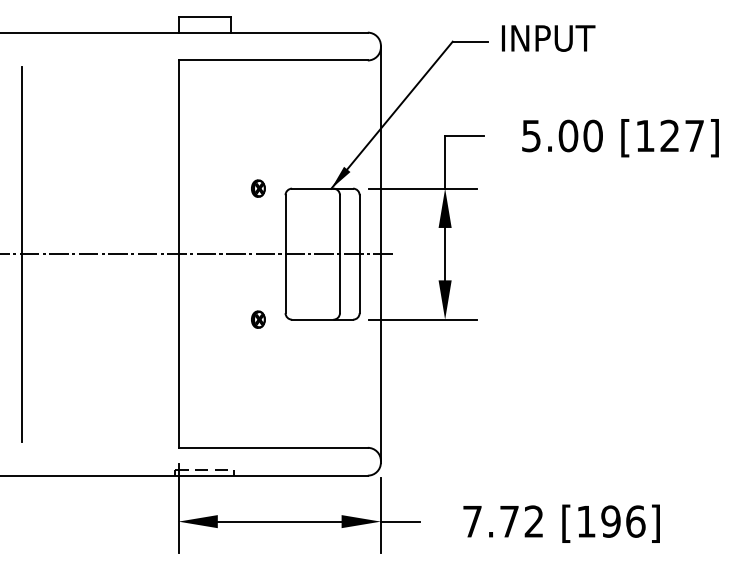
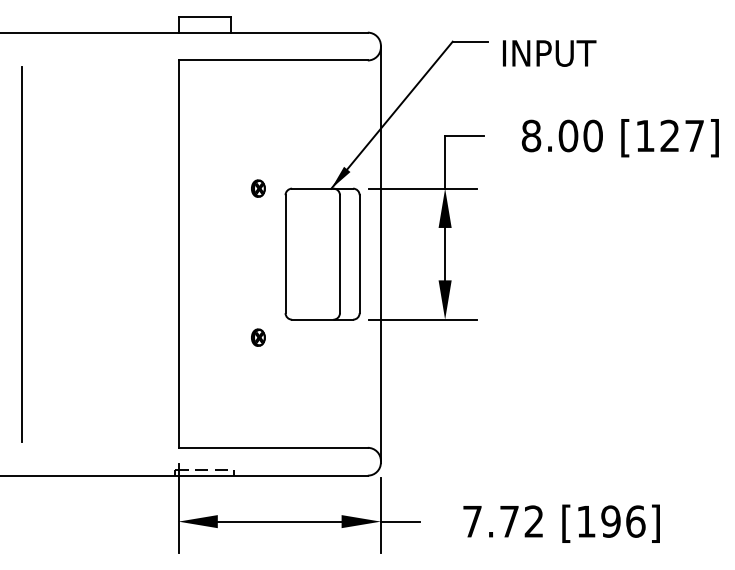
text at (548, 38) position: (548, 38) -> (549, 53)
text at (531, 135): 5.00 -> 8.00
line at (198, 254): present -> none
part at (258, 319) position: (258, 319) -> (258, 337)
